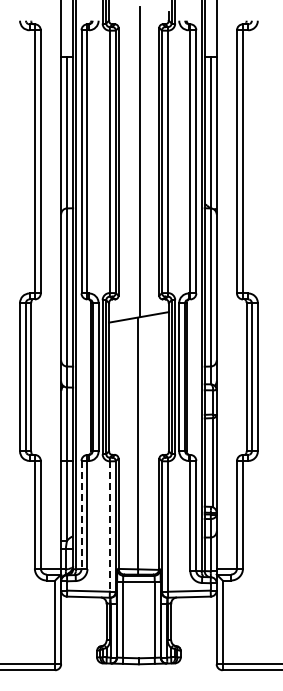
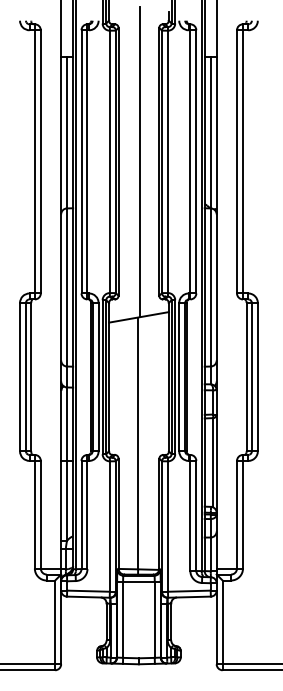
line at (81, 515): dashed -> solid
line at (109, 527): dashed -> solid
